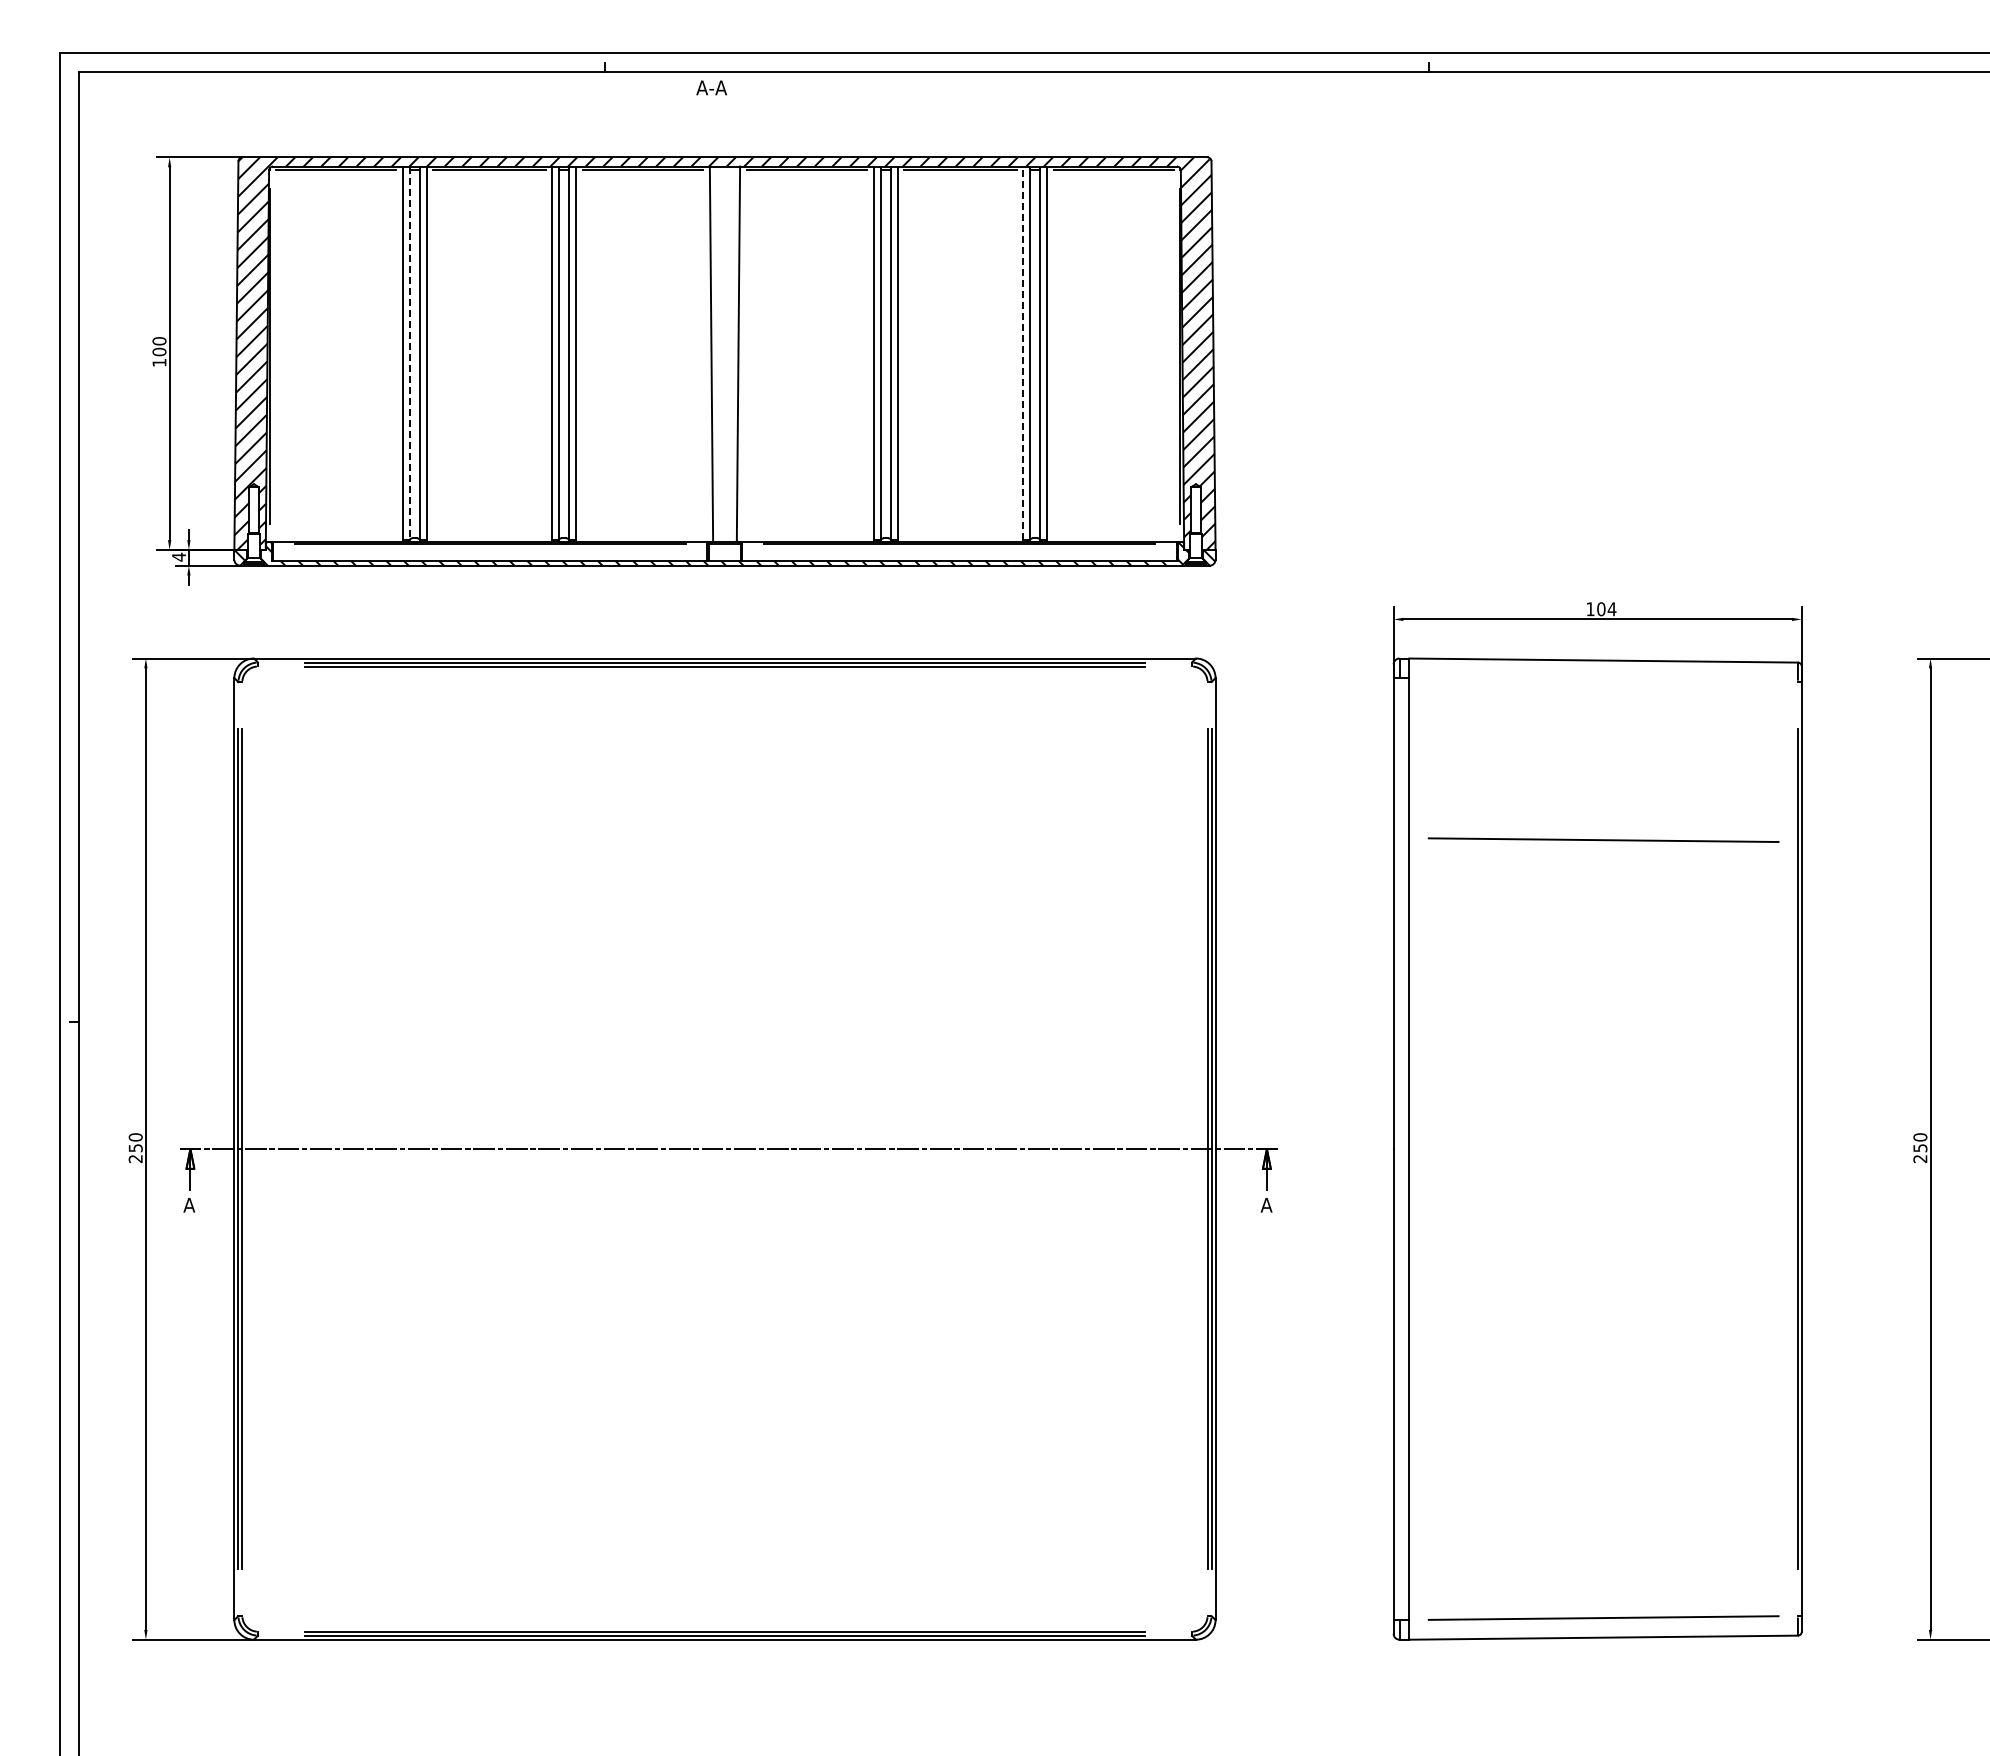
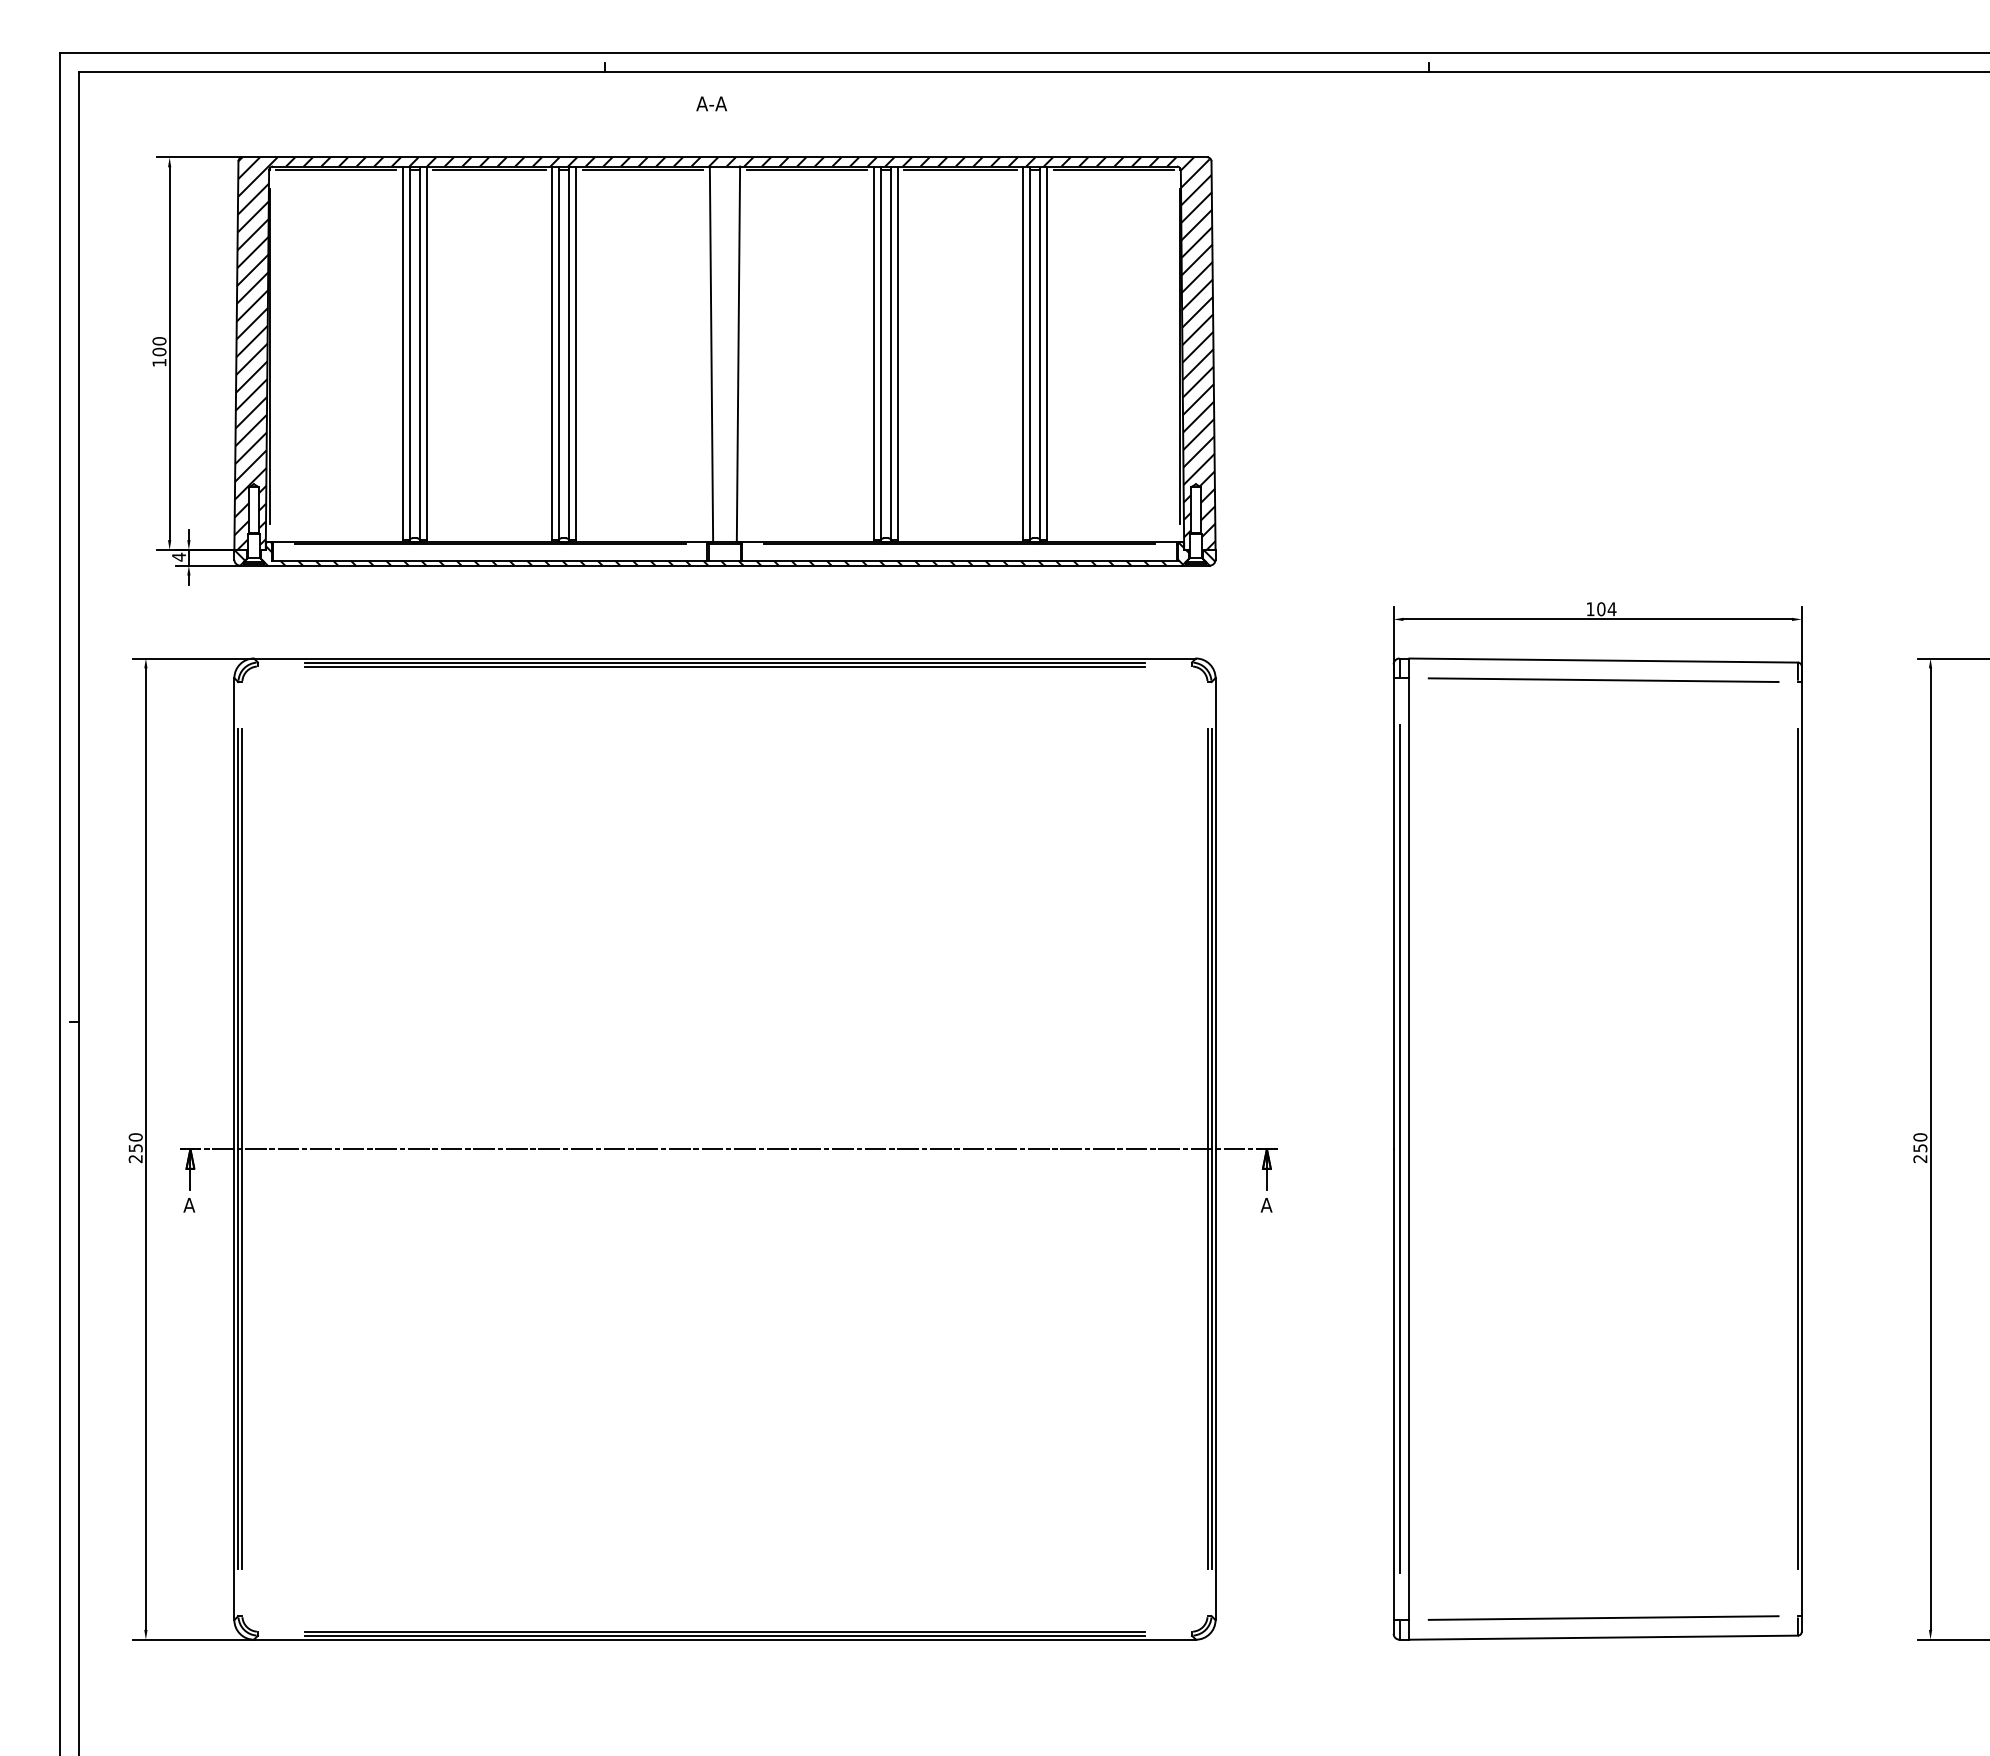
text at (711, 87) position: (711, 87) -> (711, 103)
line at (409, 353): dashed -> solid
line at (1023, 353): dashed -> solid
line at (1603, 839) position: (1603, 839) -> (1603, 679)
line at (1399, 1148): none -> present
